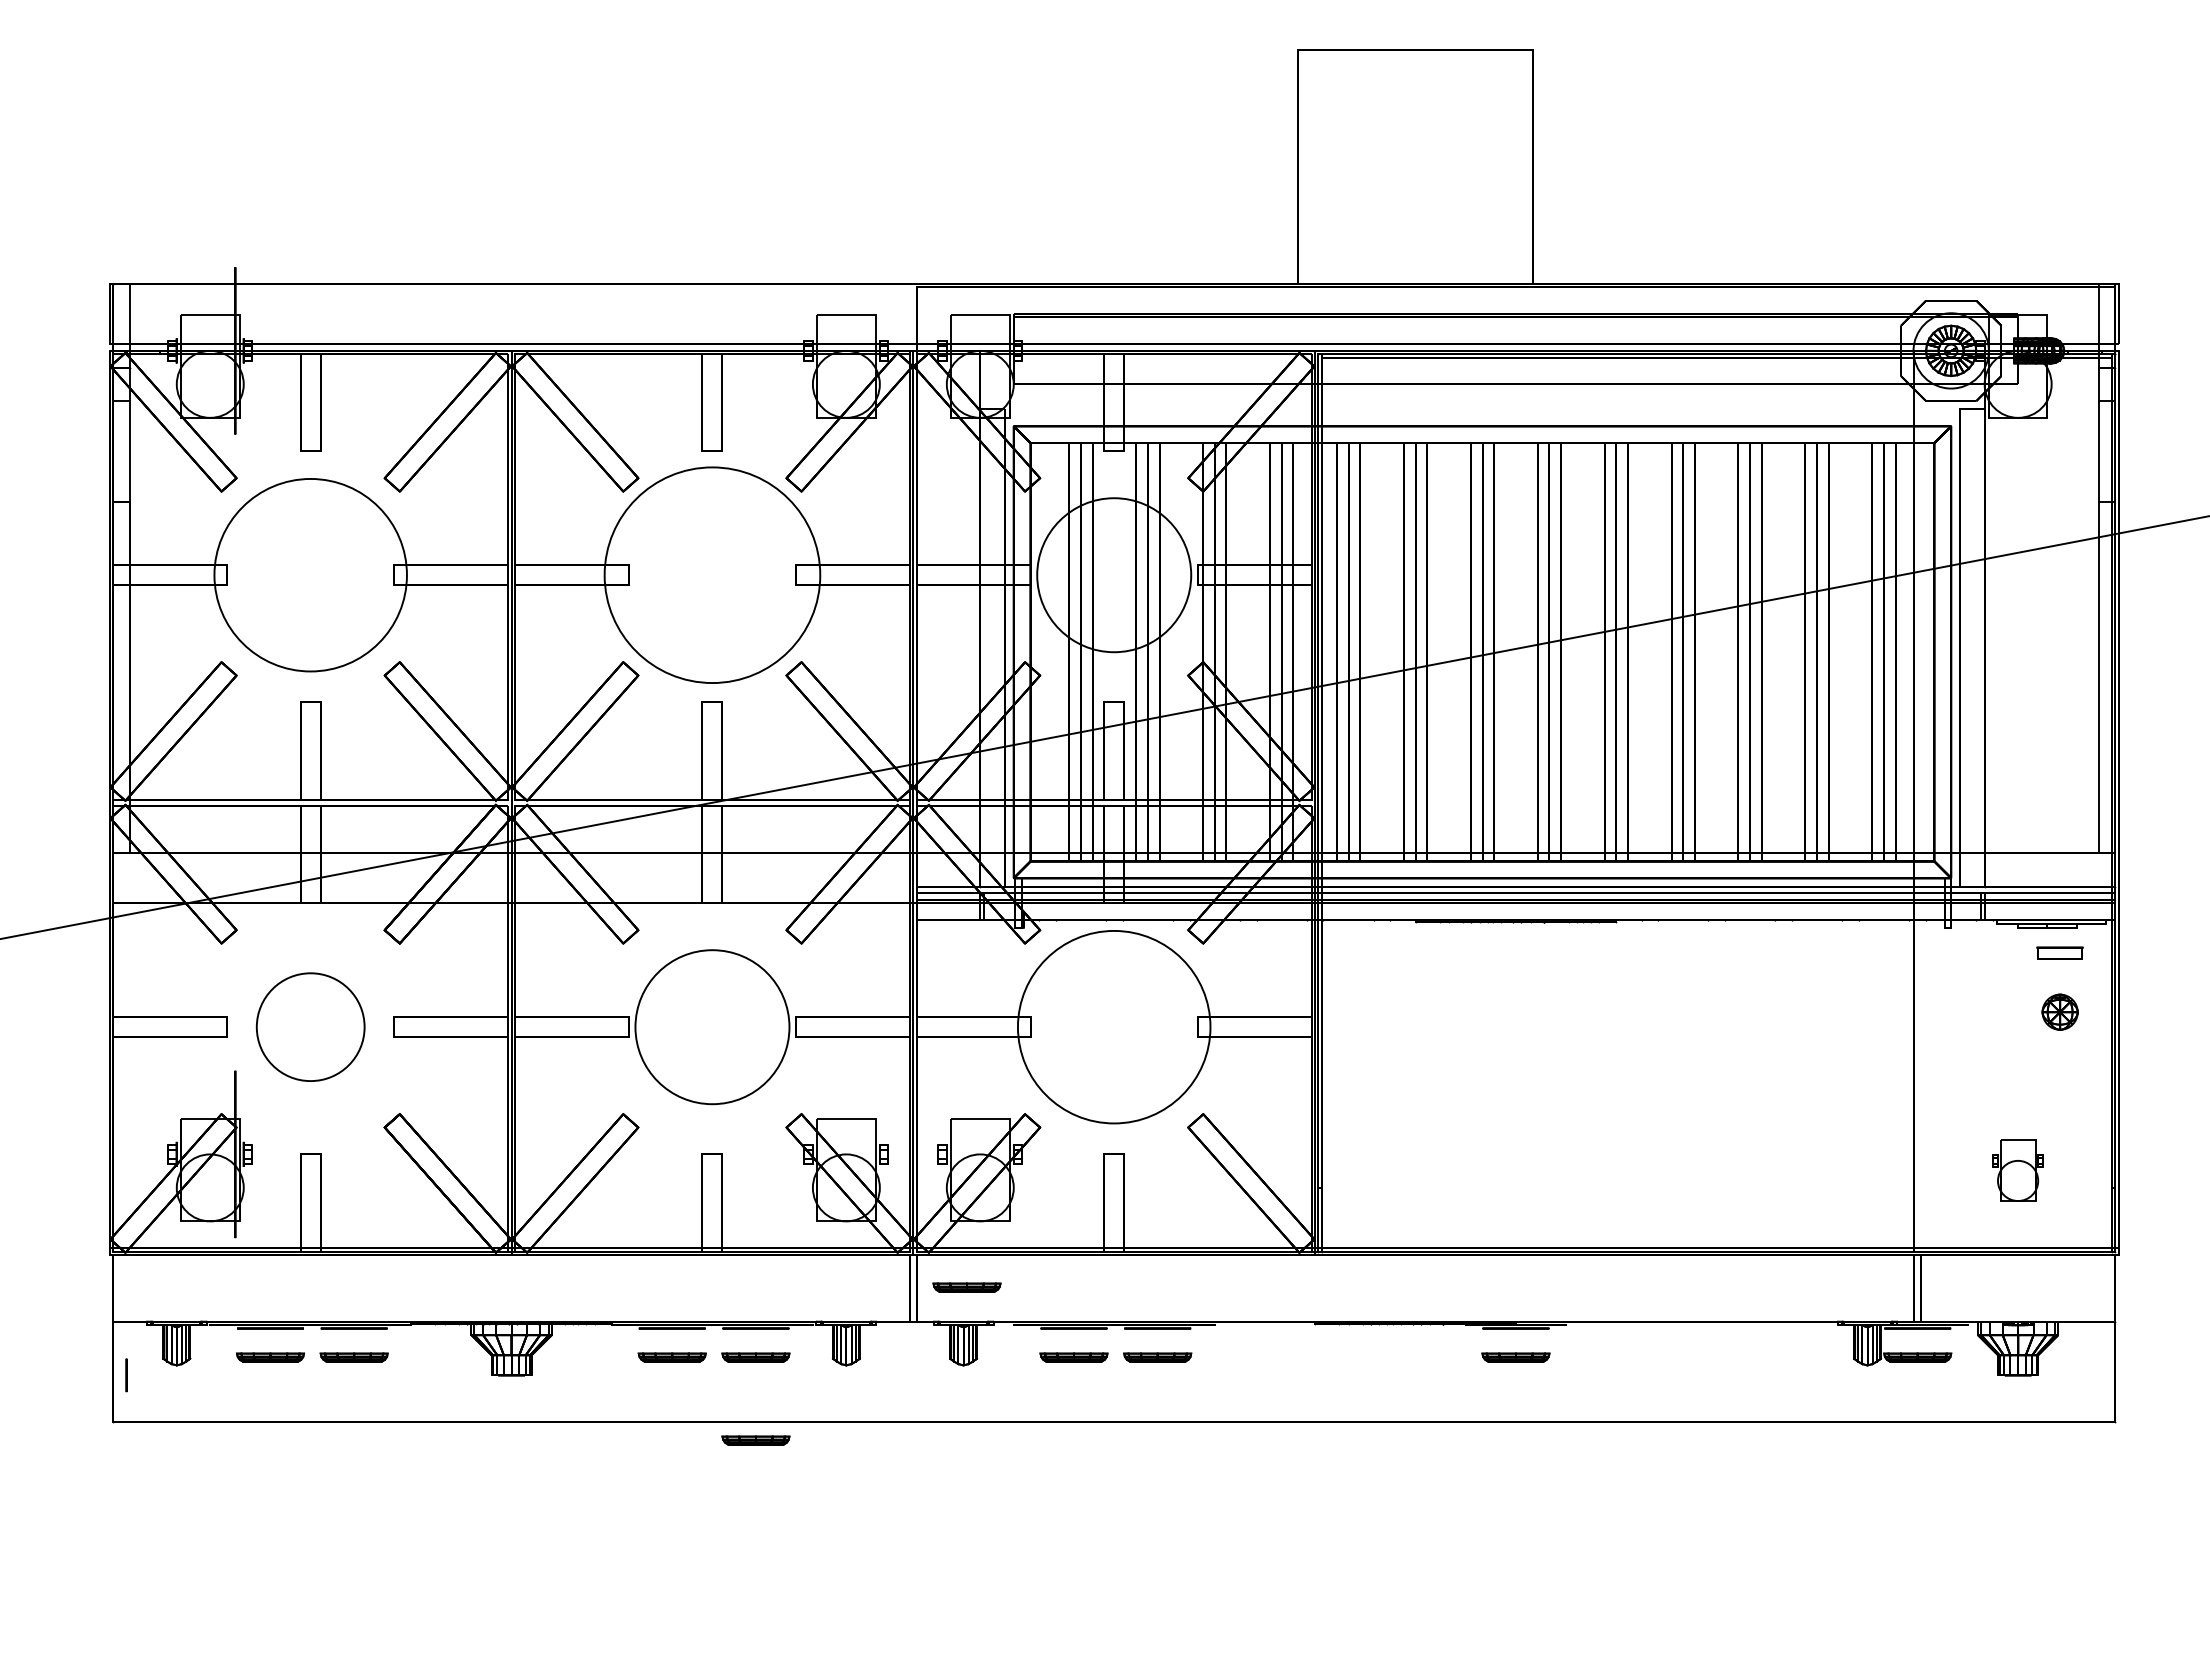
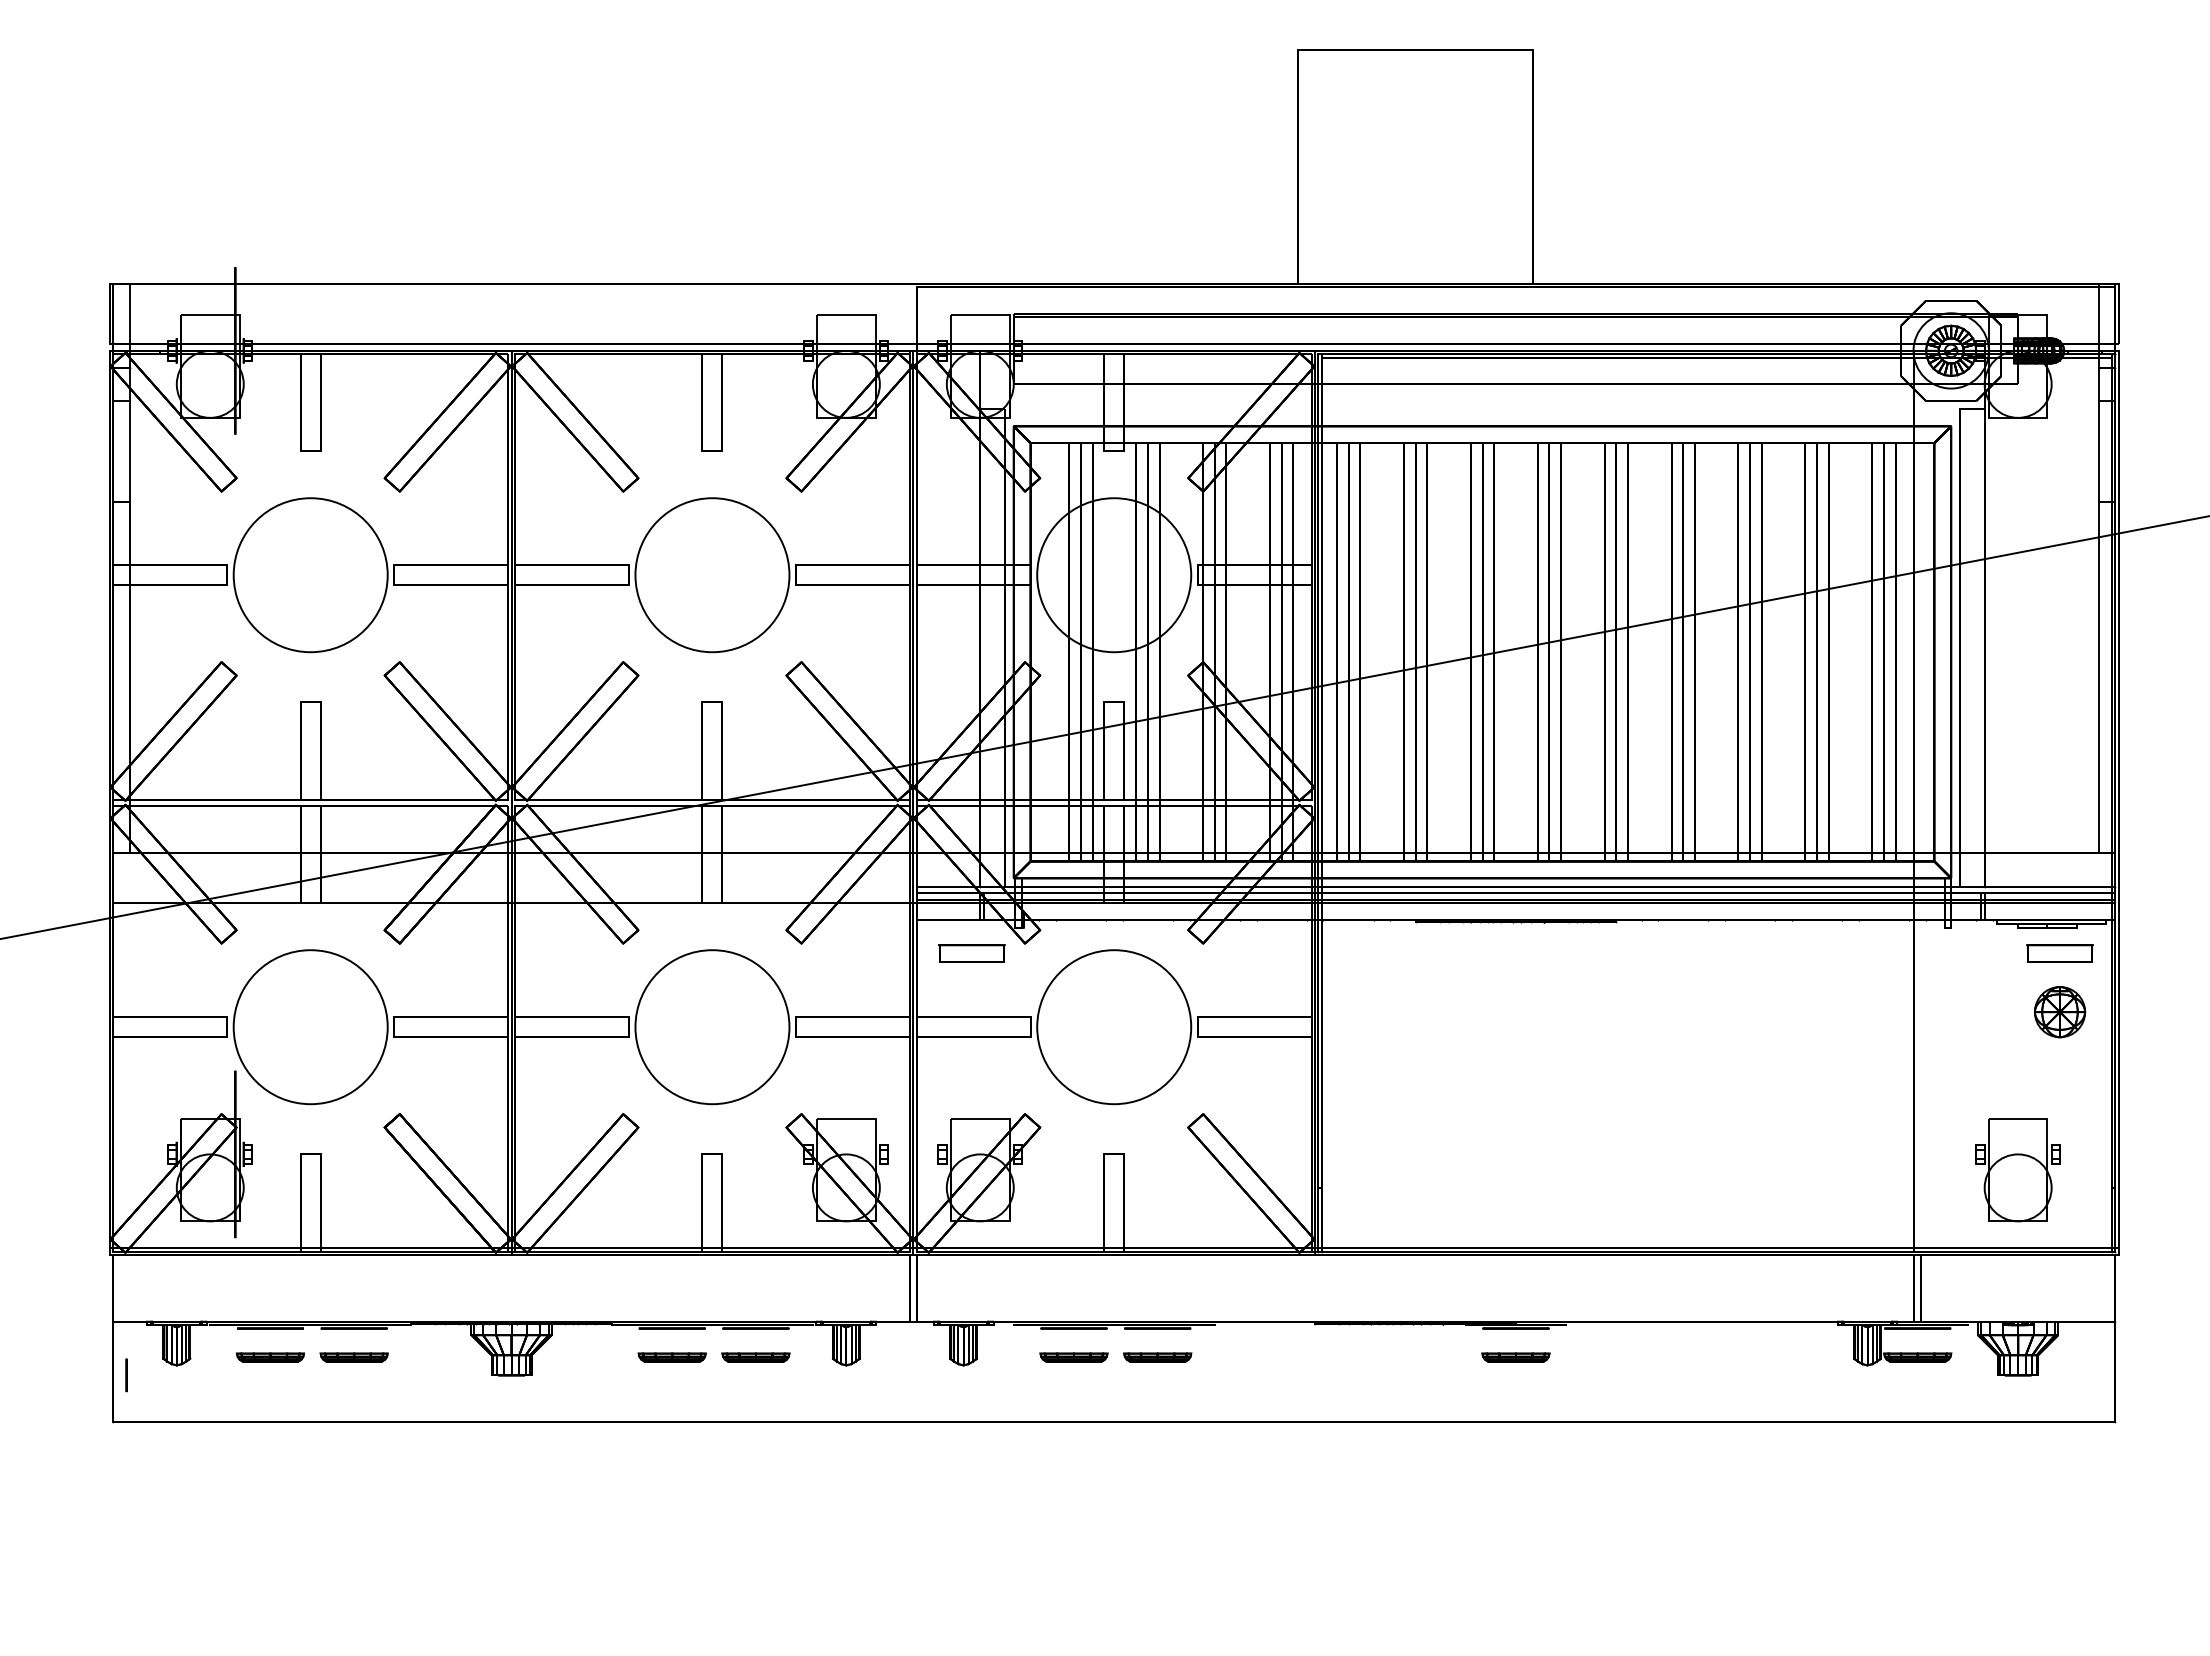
circle at (310, 574) diameter: 193 px -> 154 px
circle at (712, 575) diameter: 216 px -> 154 px
part at (2059, 952) size: 48x14 px -> 68x19 px
part at (971, 953): none -> present
part at (2059, 1011) size: 38x38 px -> 53x53 px
circle at (1113, 1026) diameter: 193 px -> 154 px
circle at (310, 1027) diameter: 108 px -> 154 px
part at (2017, 1170) size: 52x63 px -> 86x105 px
part at (966, 1287): present -> none
part at (755, 1440): present -> none
